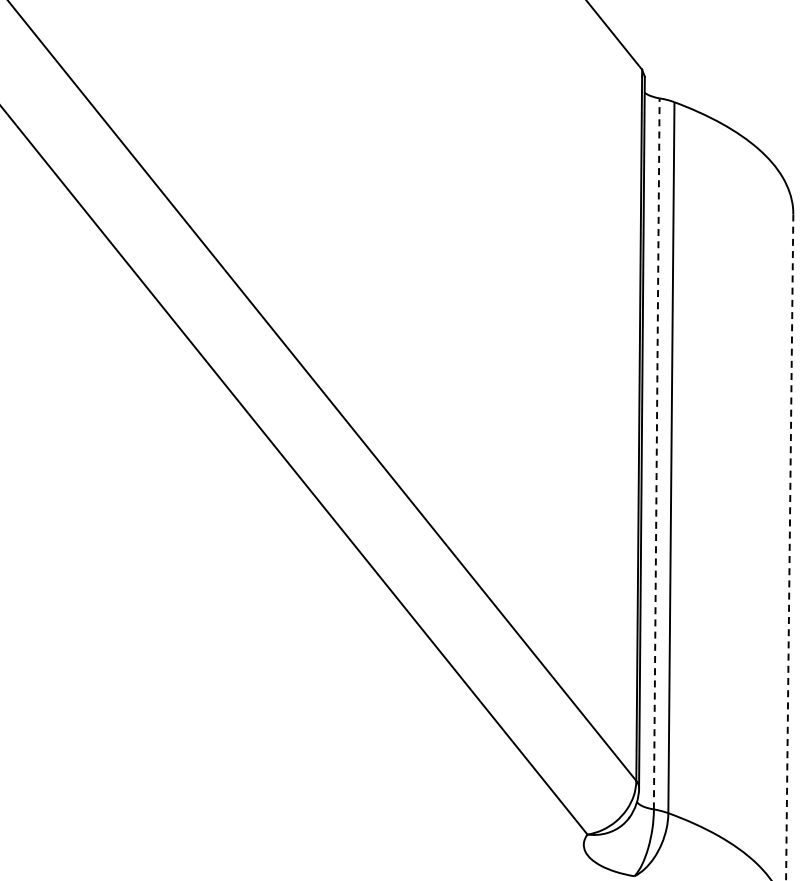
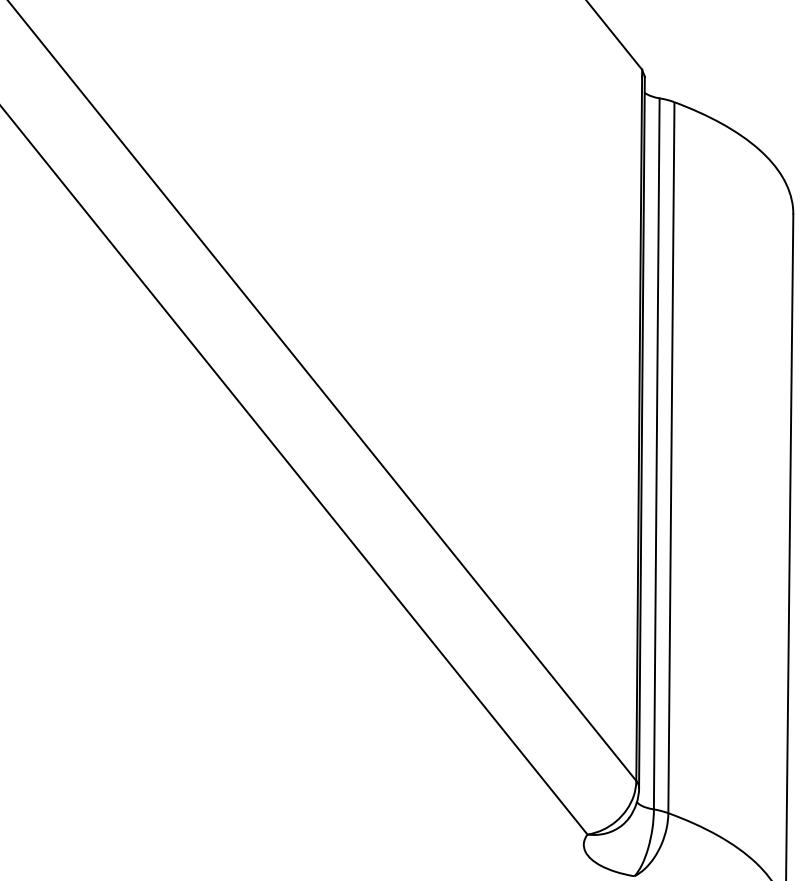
line at (656, 453): dashed -> solid
line at (789, 547): dashed -> solid
